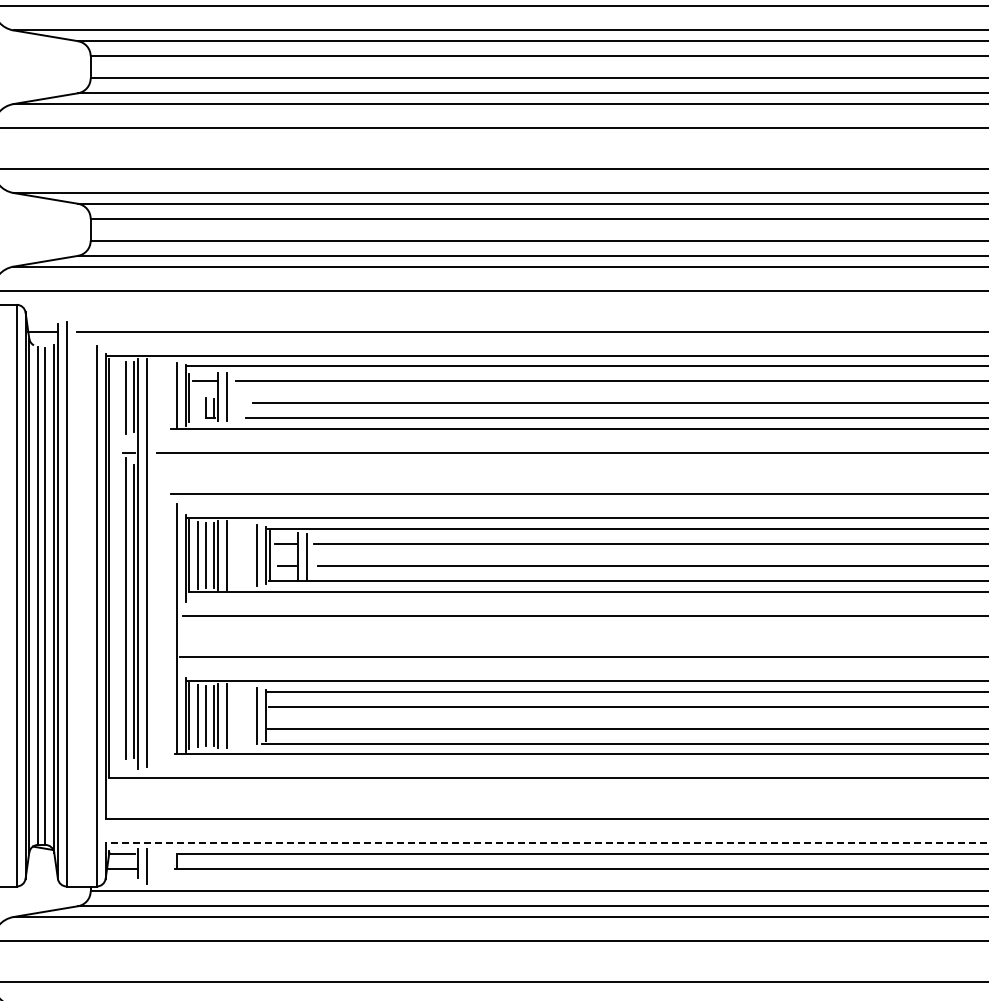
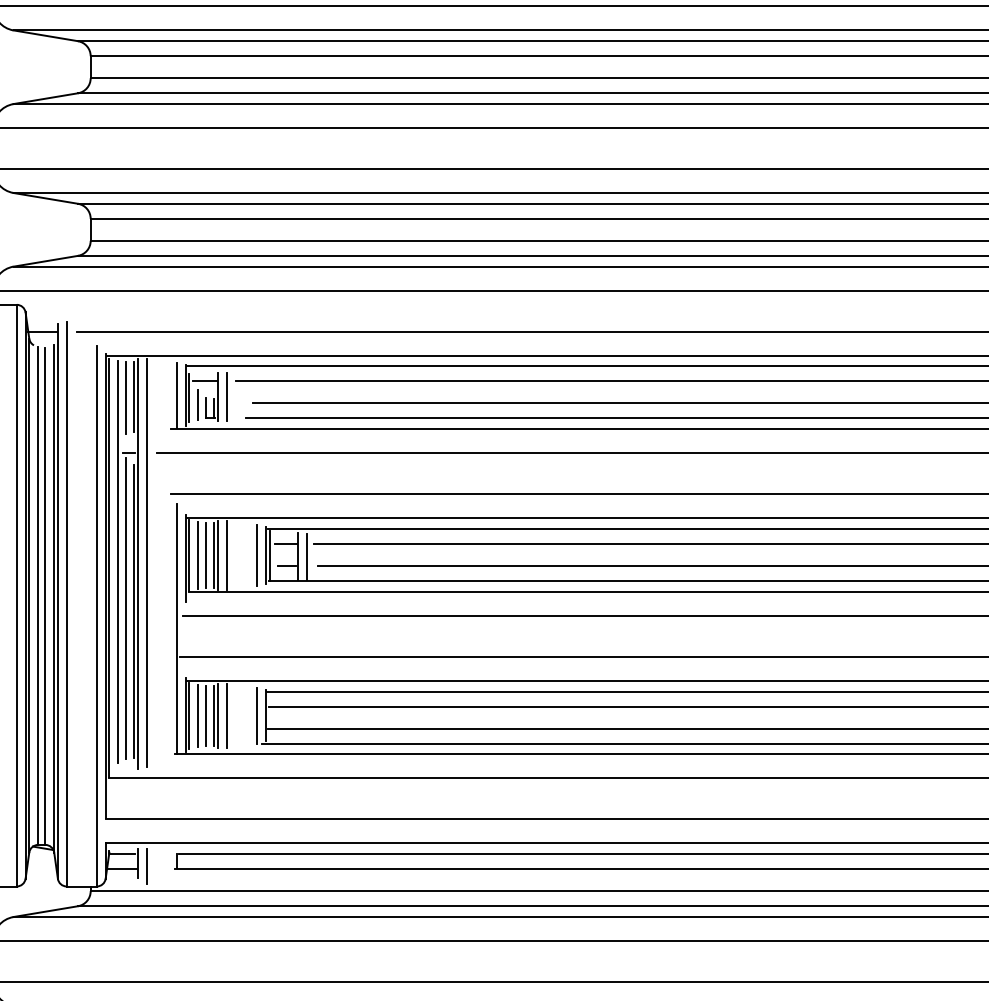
line at (198, 404): none -> present
line at (118, 561): none -> present
line at (546, 843): dashed -> solid
